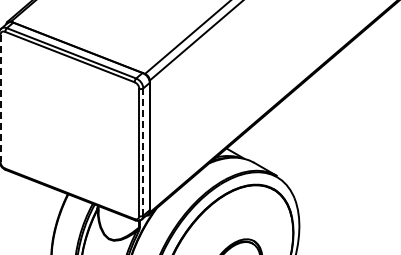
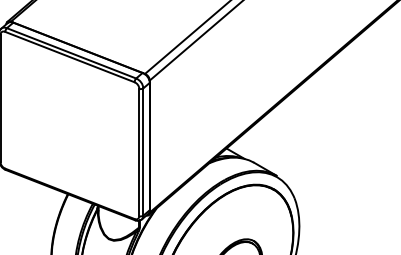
line at (0, 98): dashed -> solid
line at (143, 152): dashed -> solid
